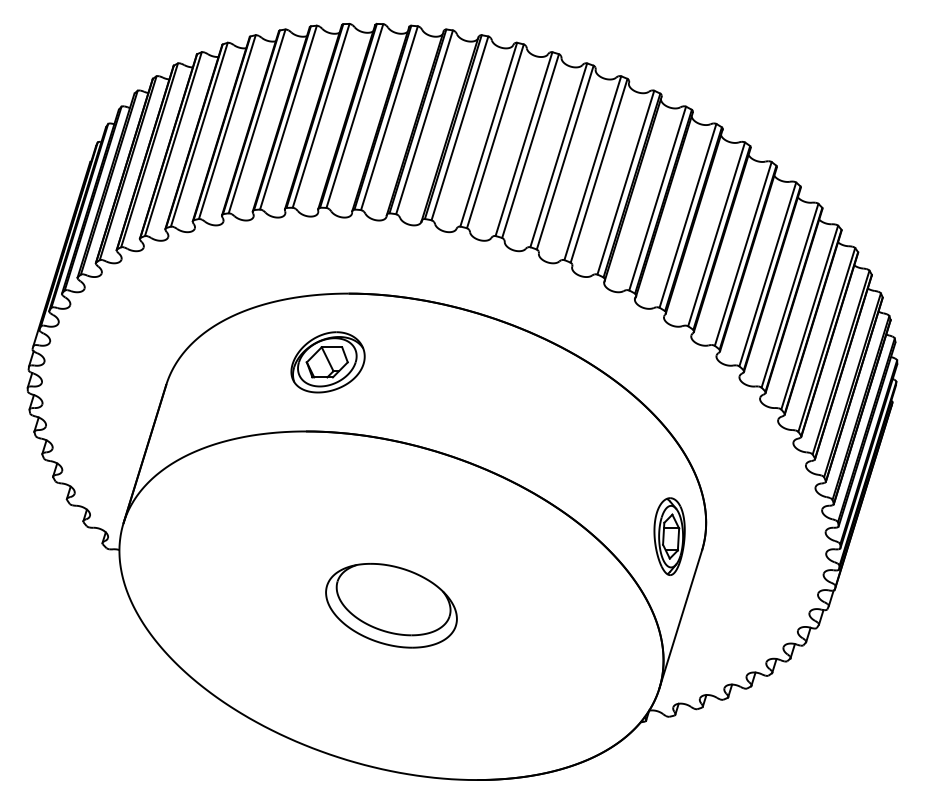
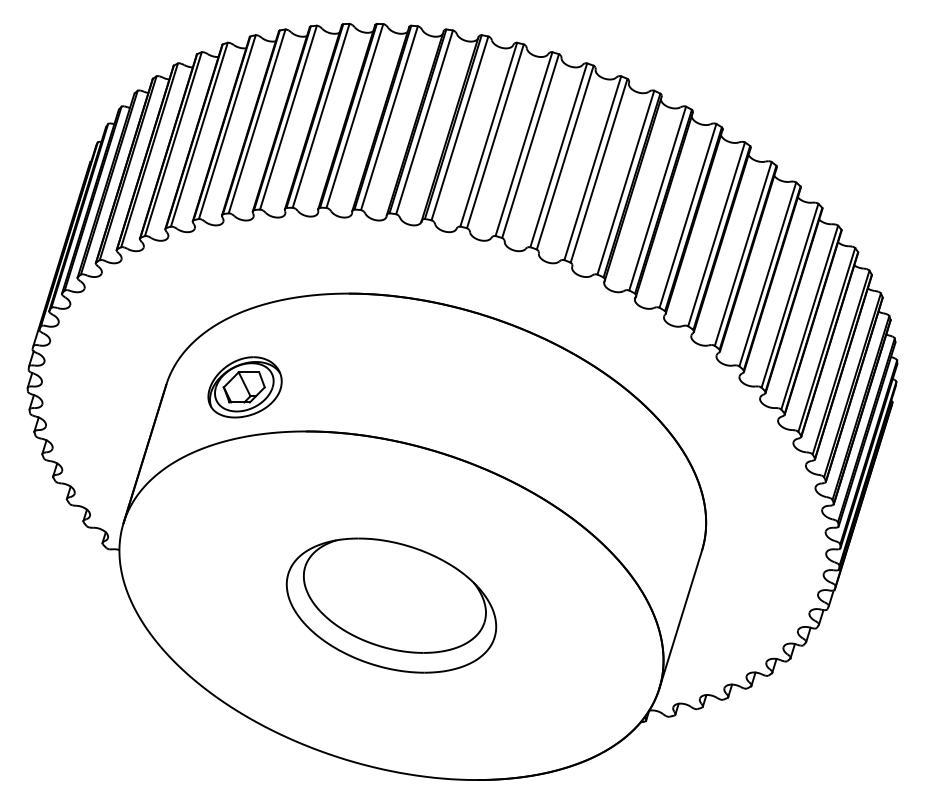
part at (327, 362) position: (327, 362) -> (244, 387)
part at (669, 536): present -> none
part at (391, 605) size: 133x86 px -> 213x137 px
